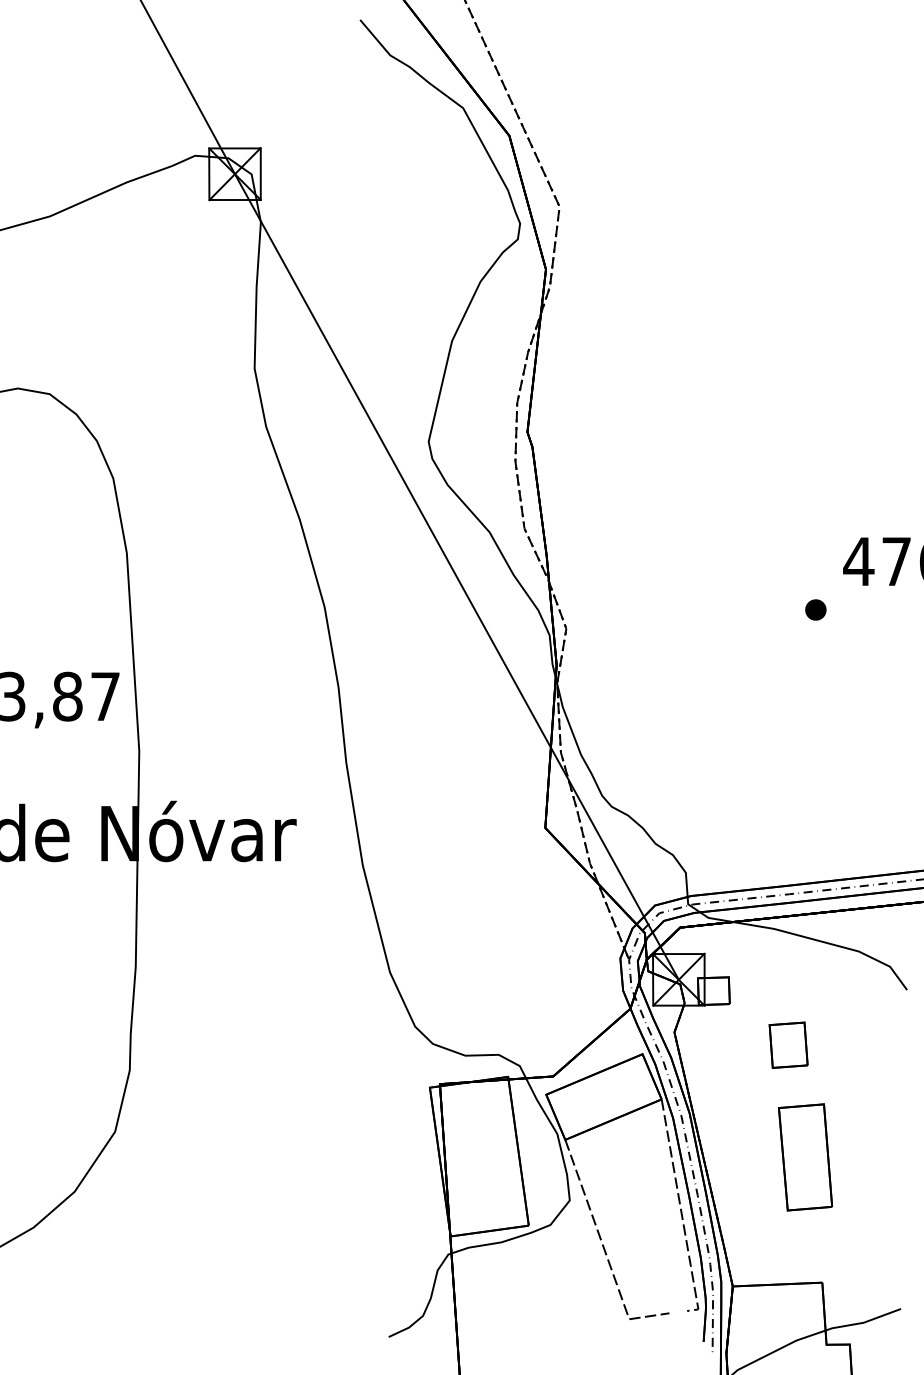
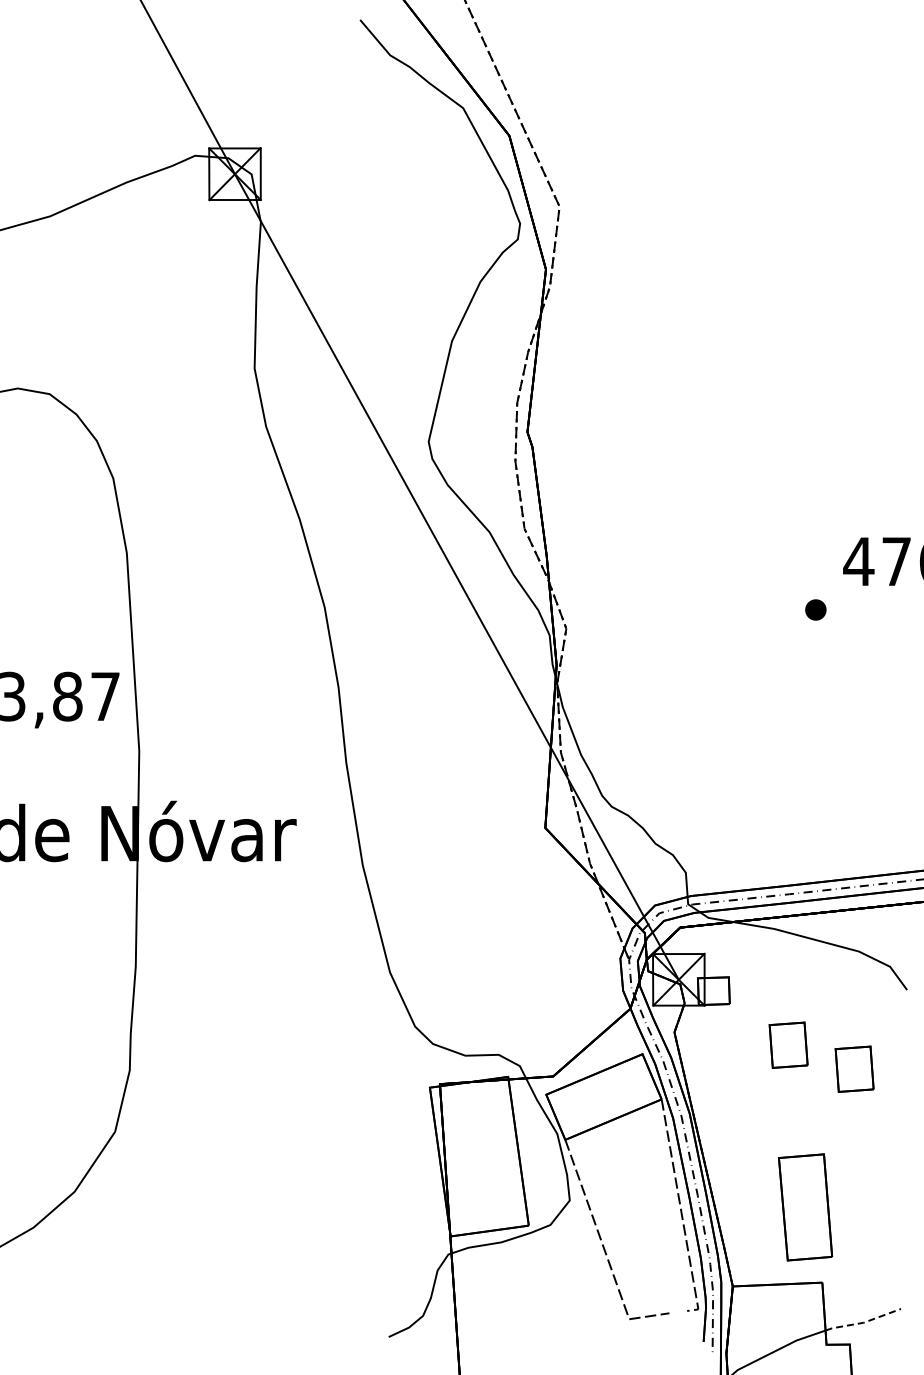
part at (854, 1068): none -> present
part at (805, 1157) position: (805, 1157) -> (805, 1207)
line at (863, 1322): solid -> dashed
